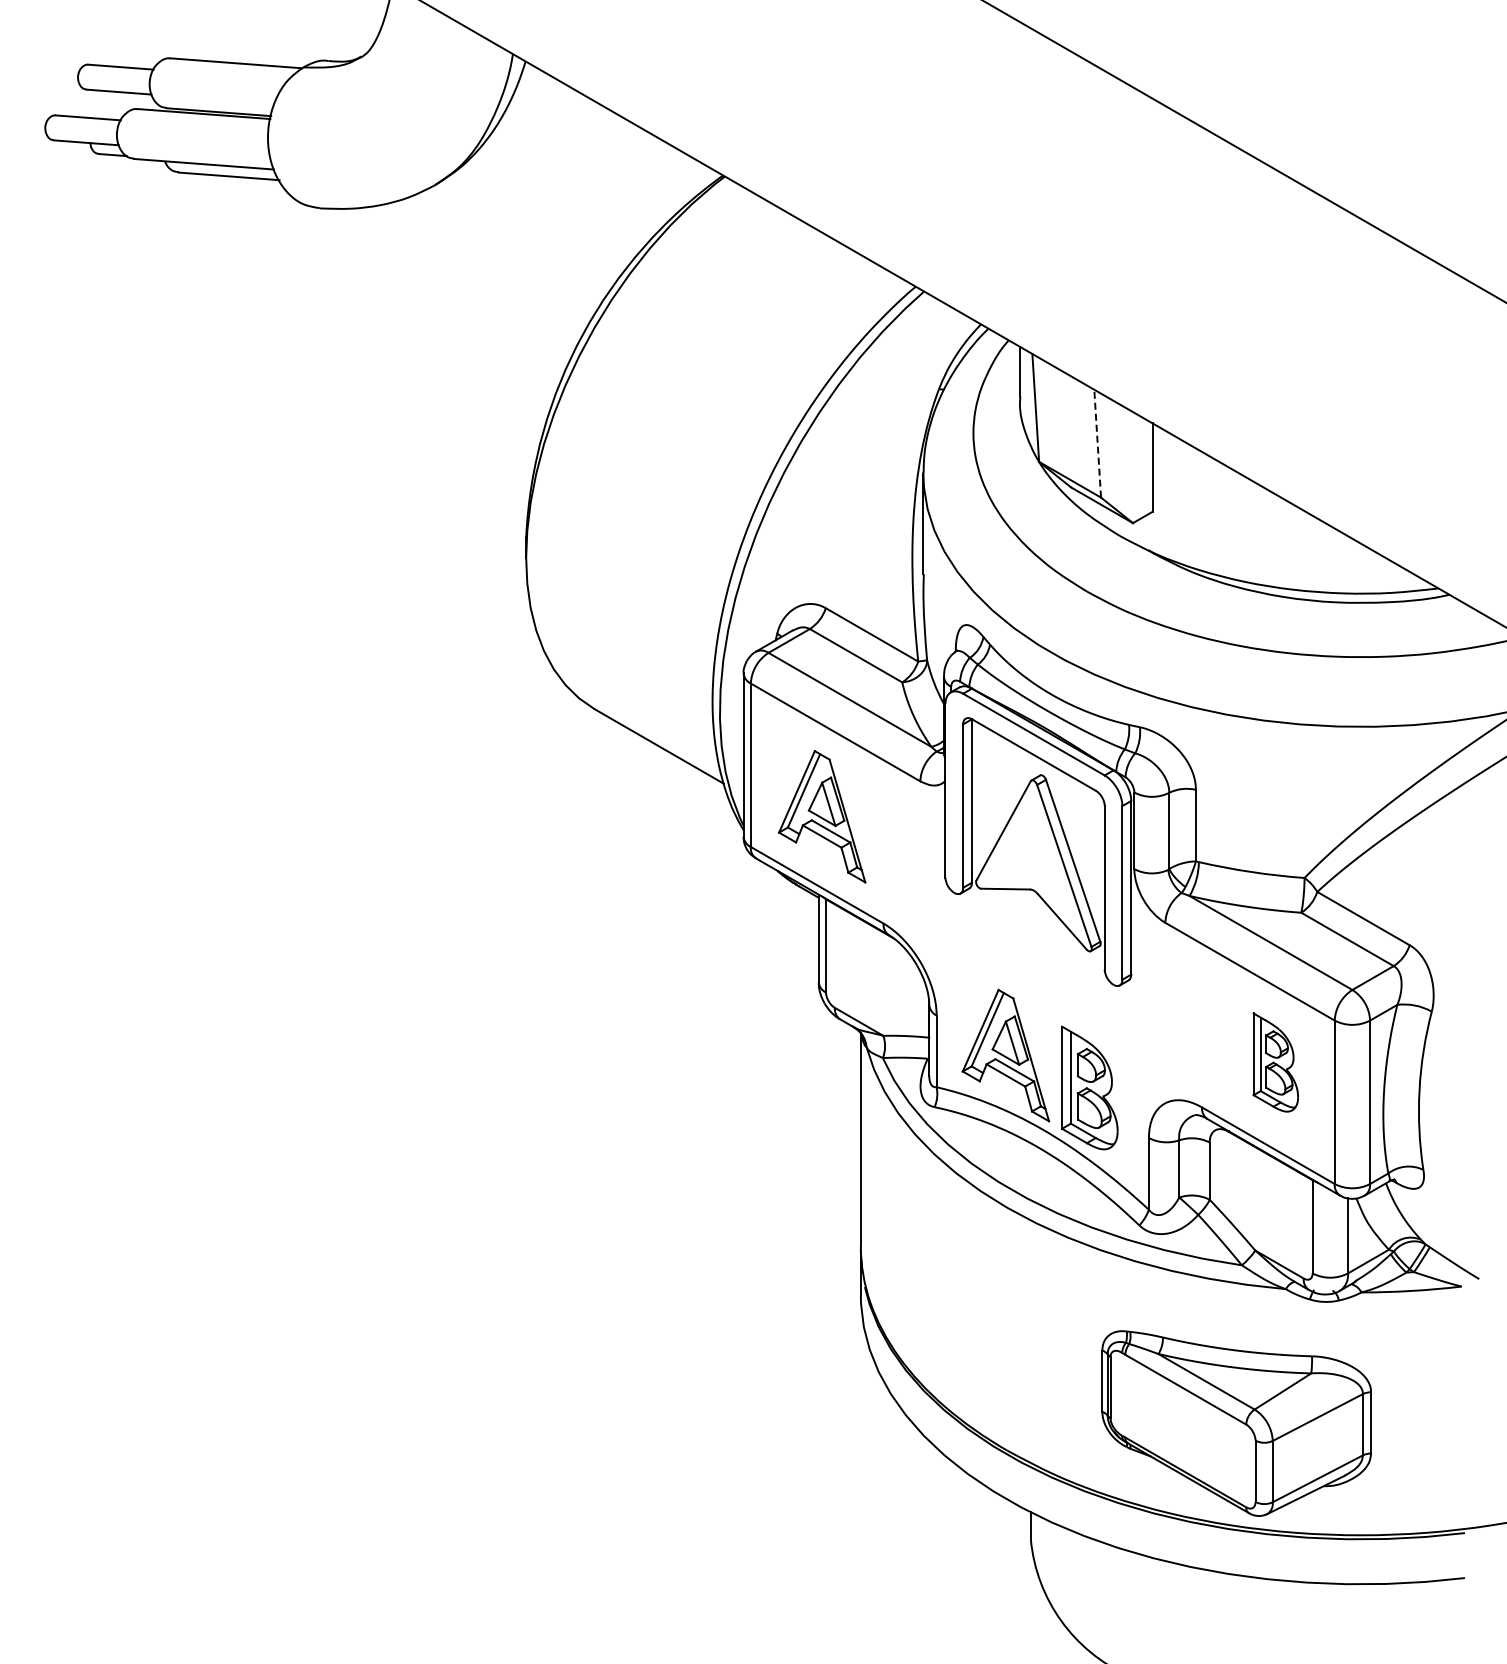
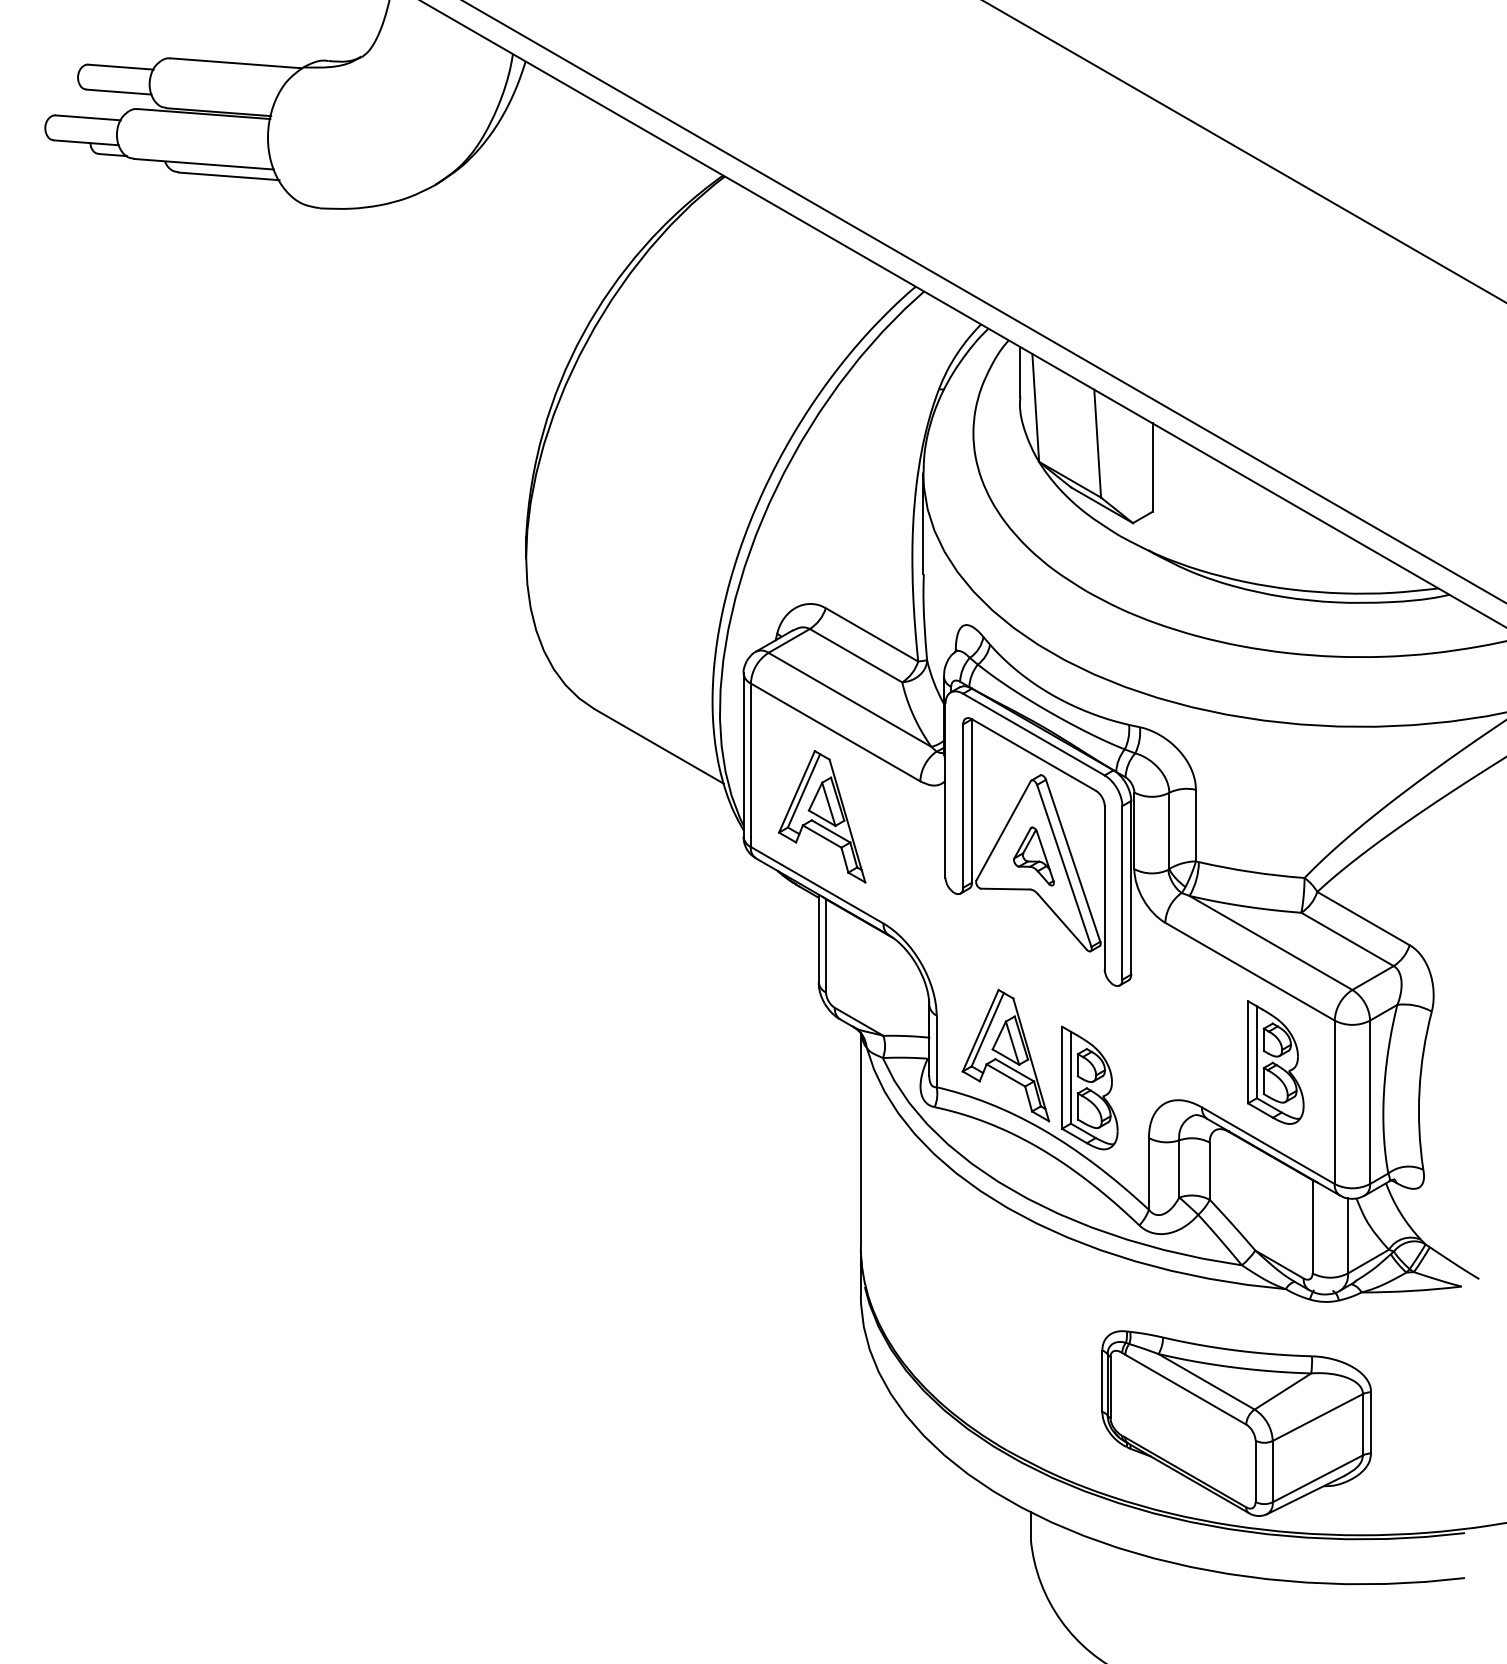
line at (984, 301): none -> present
line at (1097, 443): dashed -> solid
part at (1033, 856): none -> present
part at (1275, 1062) size: 47x101 px -> 58x125 px
